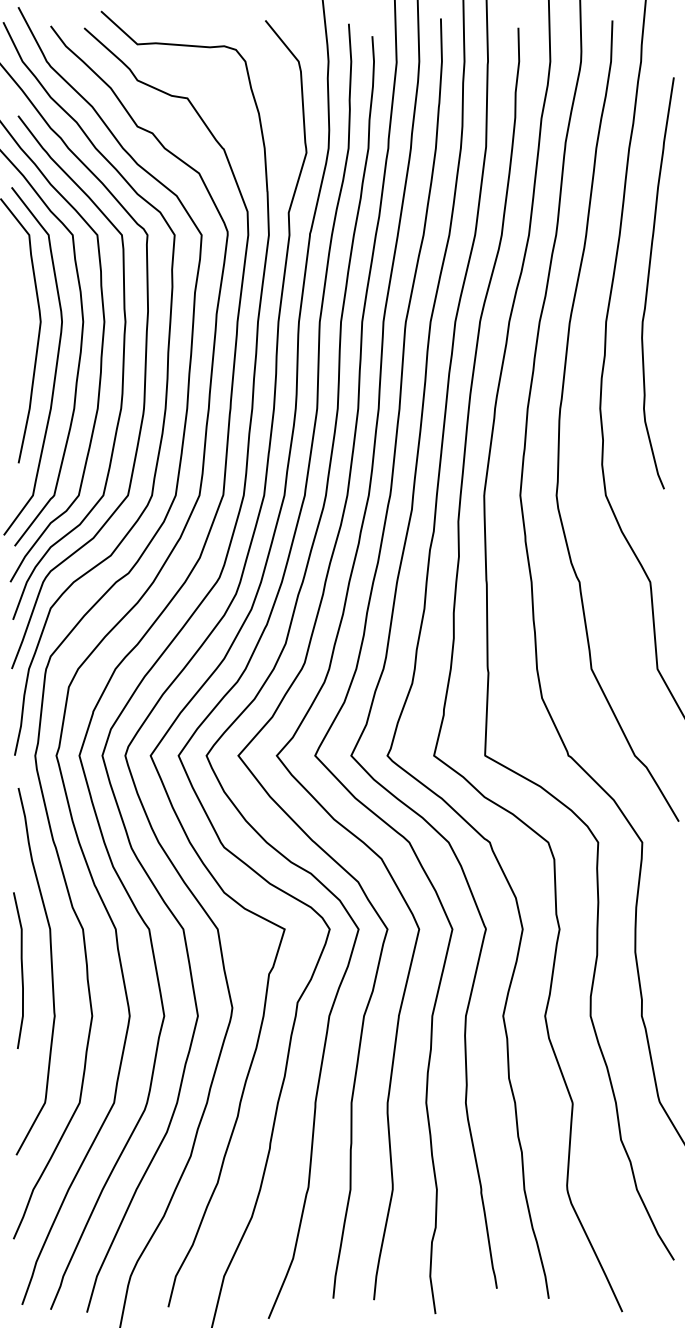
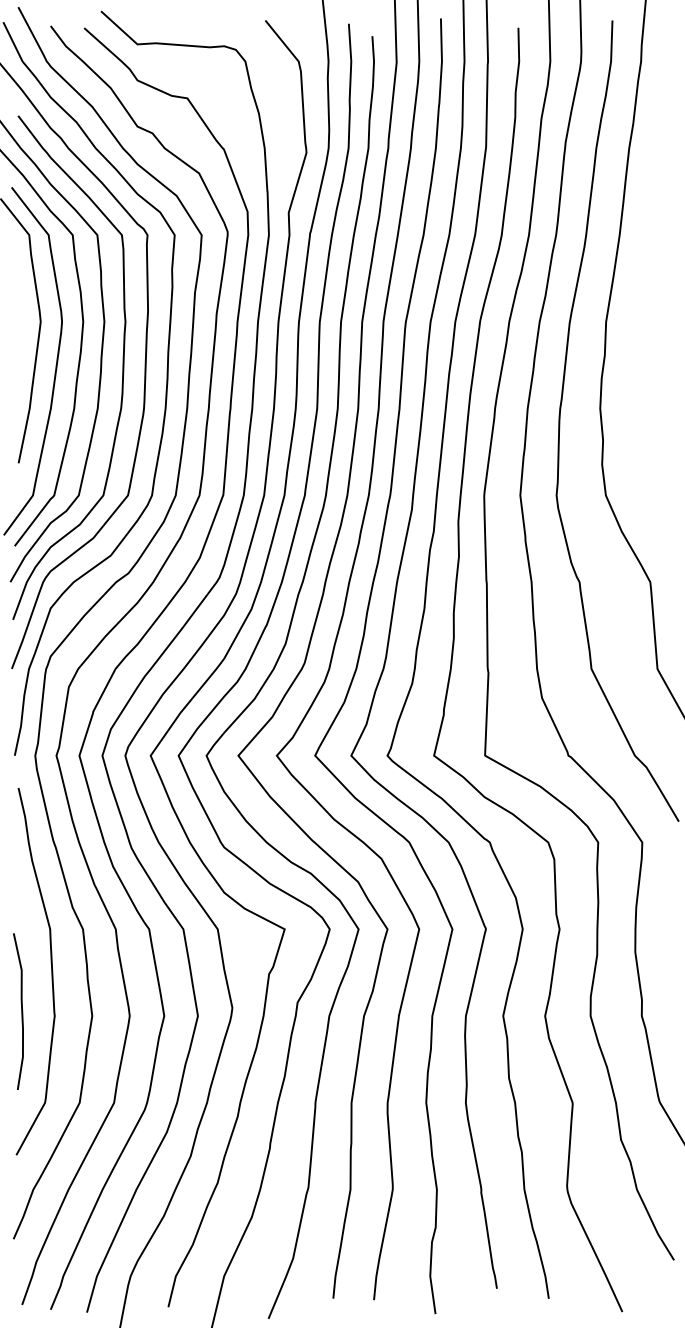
curve at (648, 283): present -> none
curve at (21, 970) position: (21, 970) -> (21, 1011)
